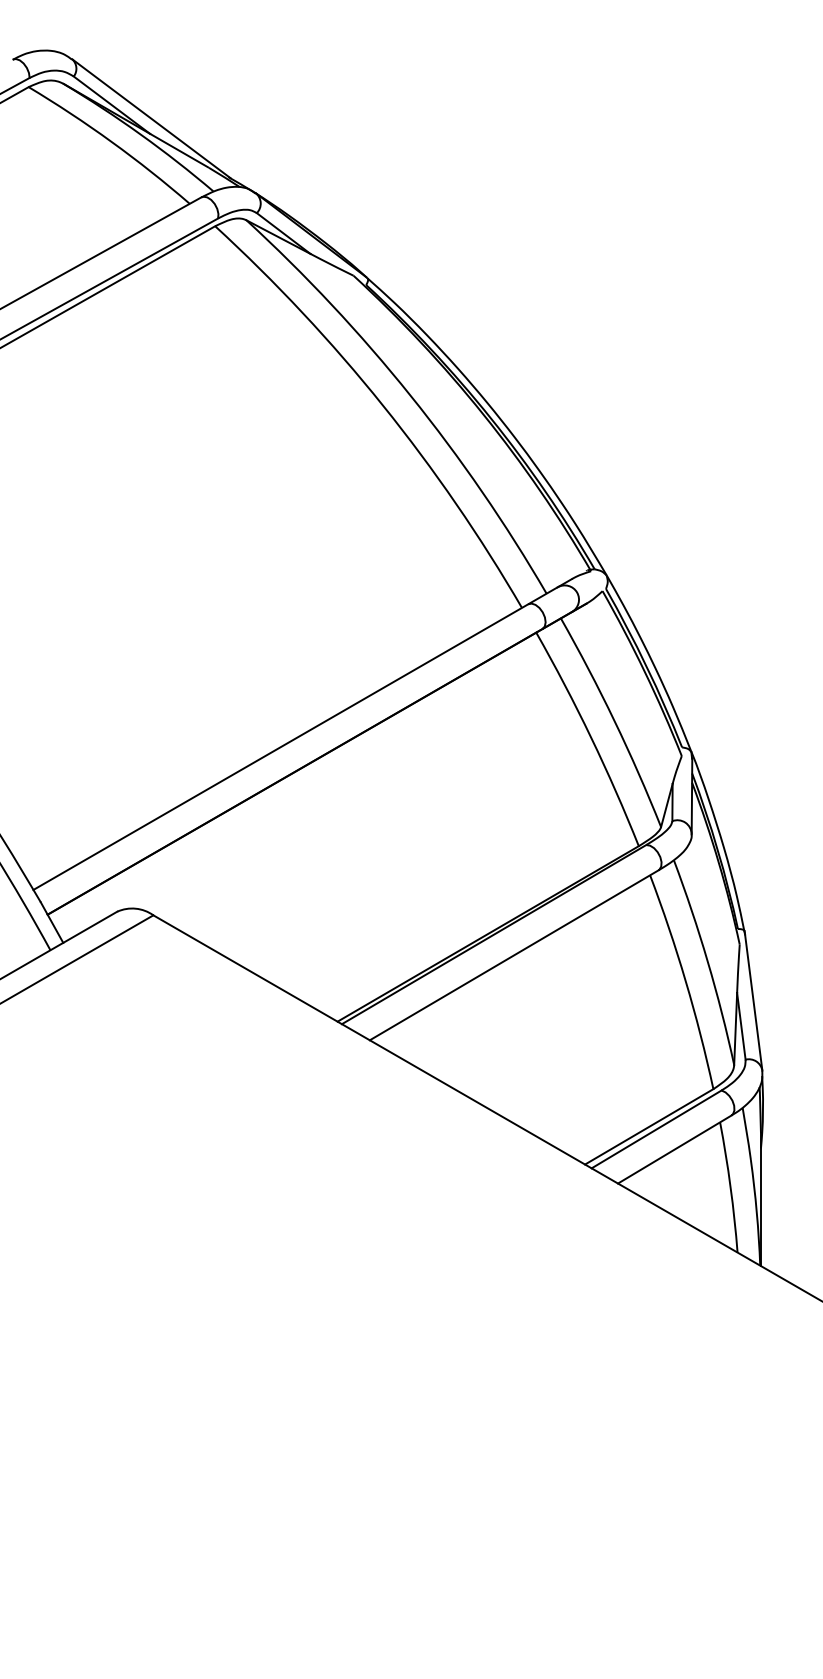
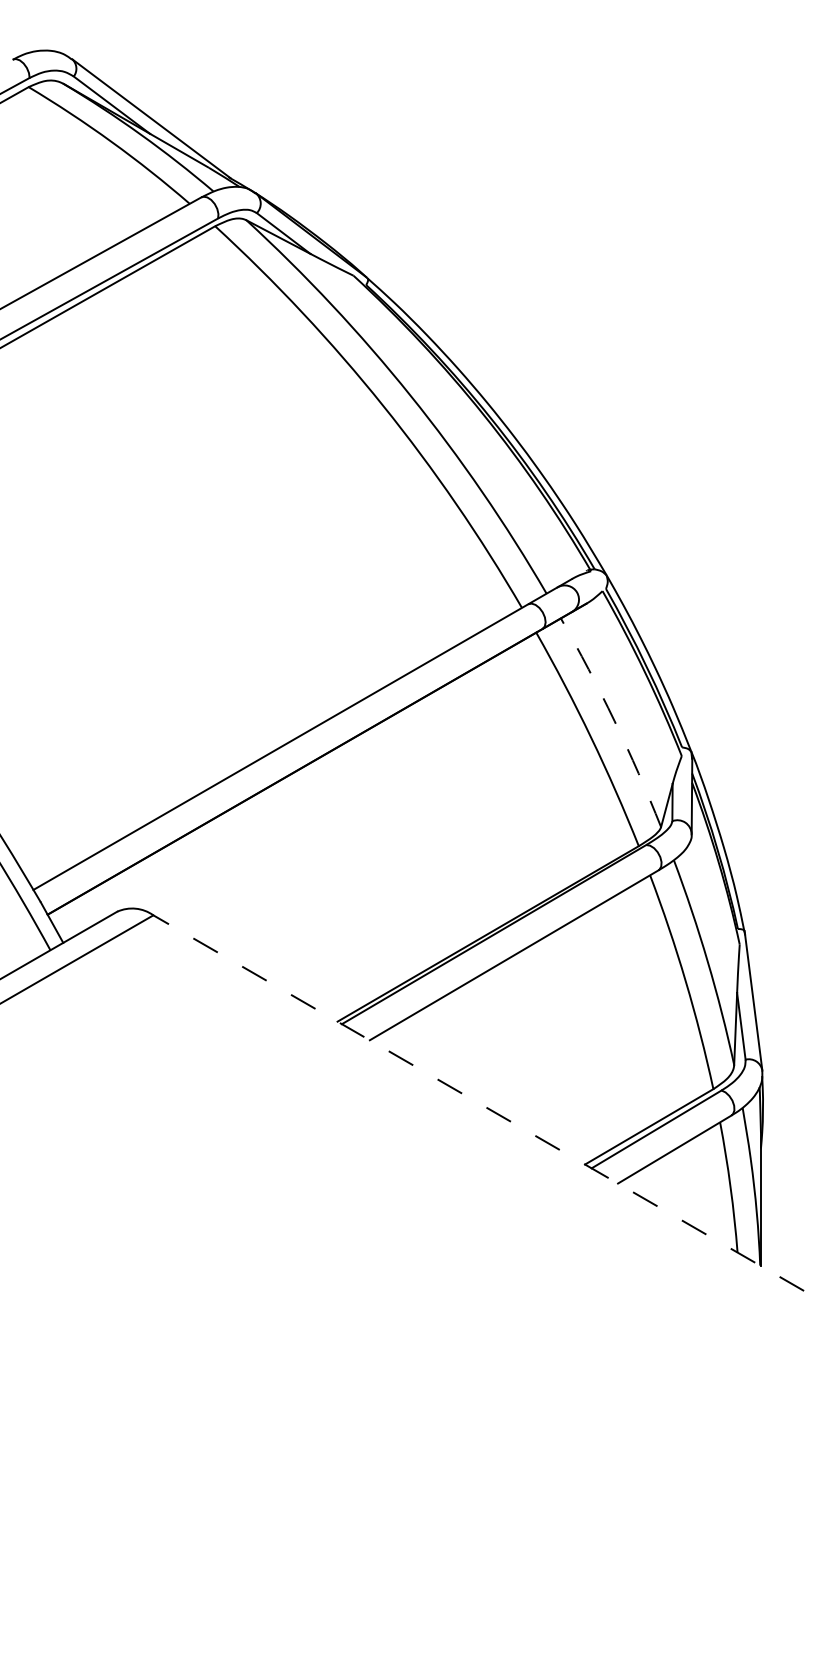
arc at (614, 721): solid -> dashed
line at (487, 1108): solid -> dashed
